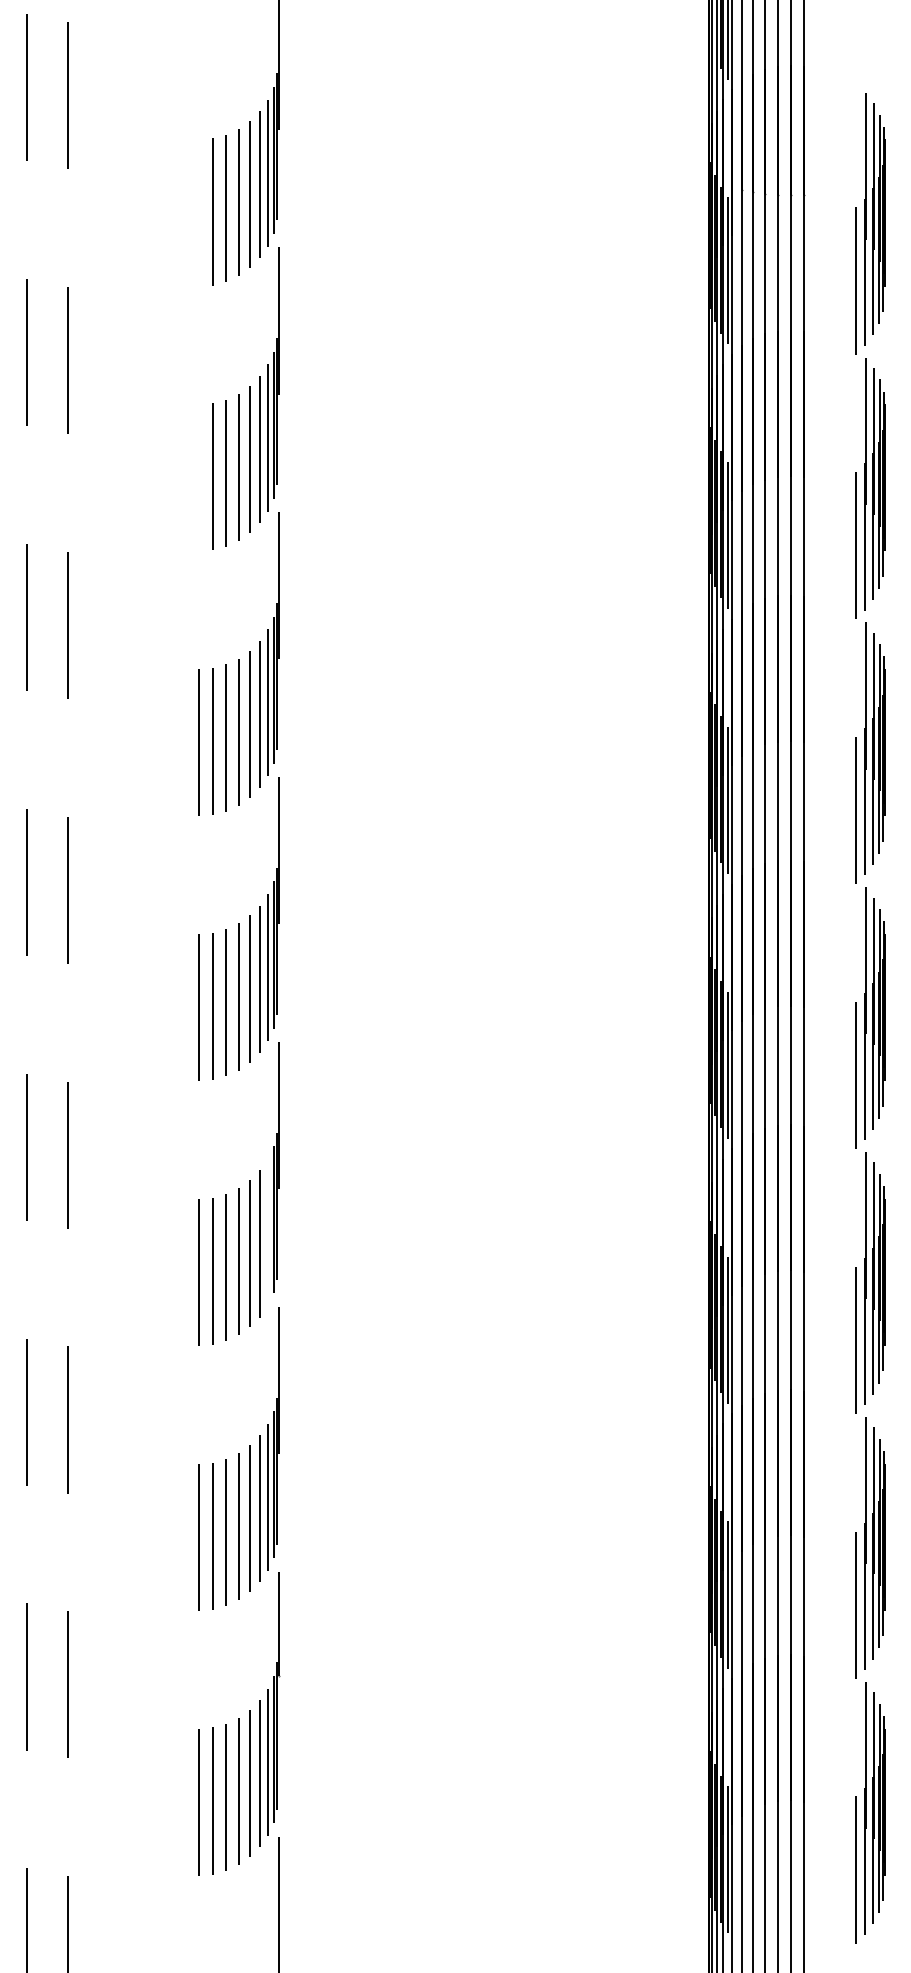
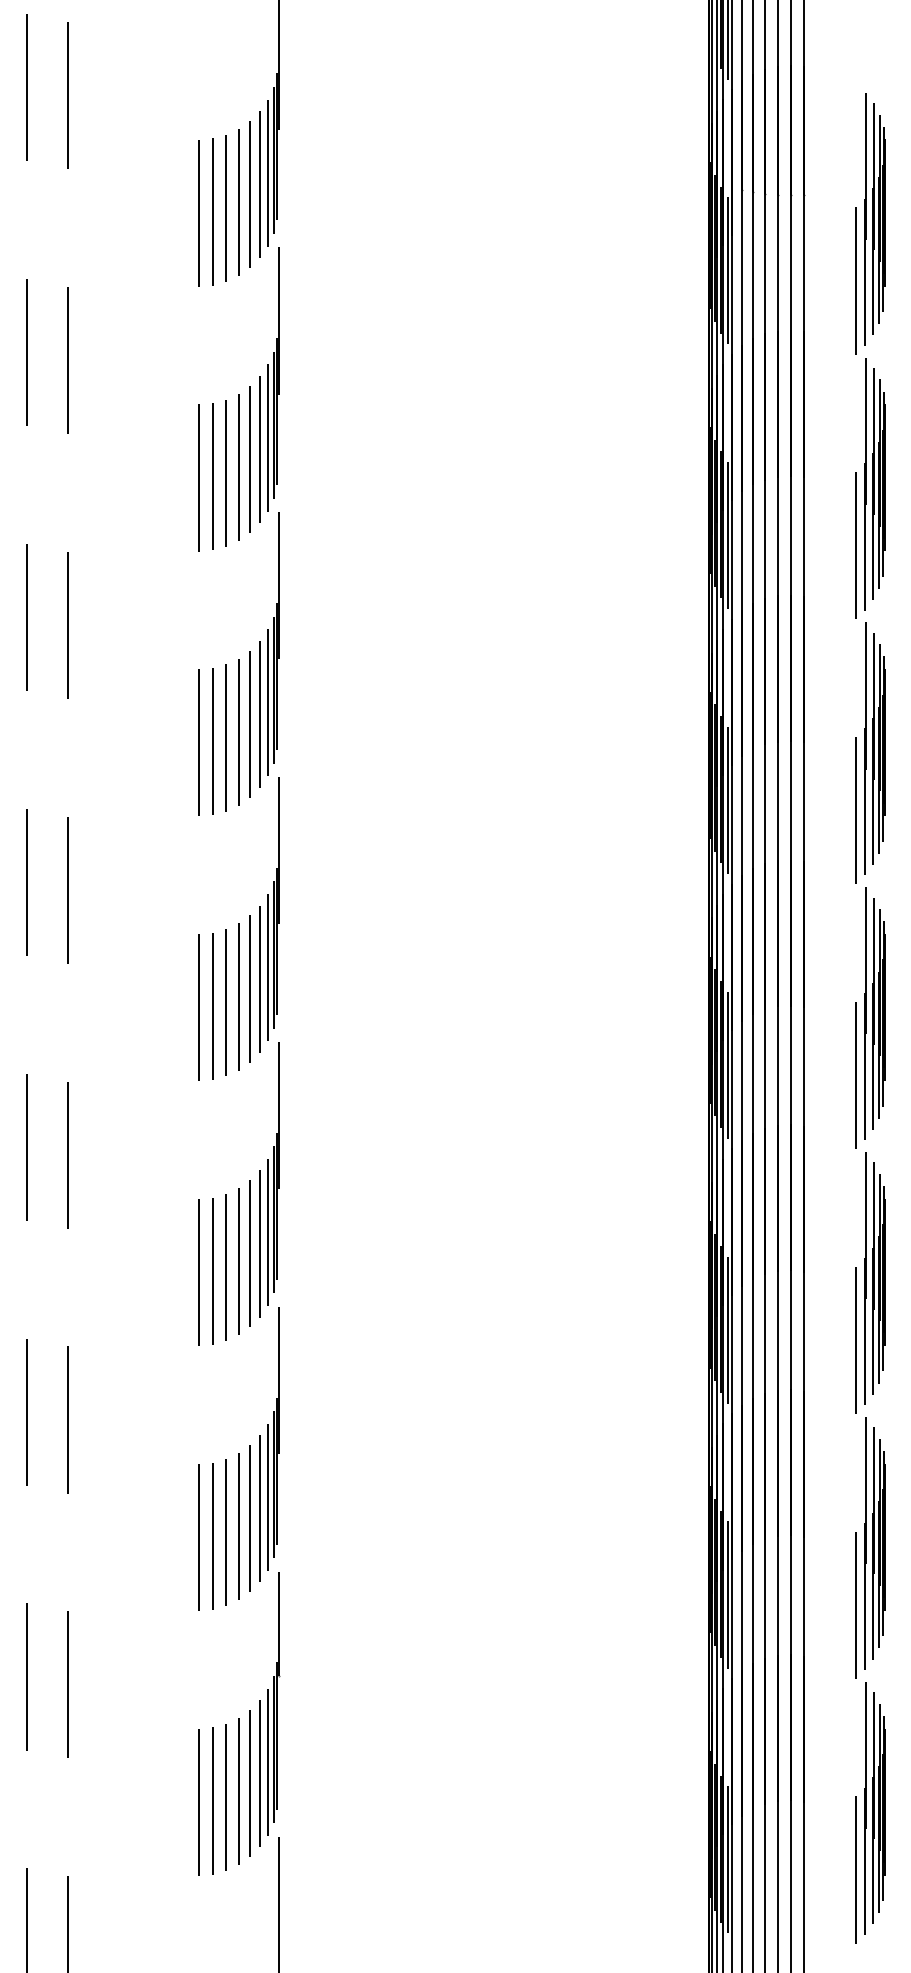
line at (198, 212): none -> present
line at (198, 477): none -> present
line at (268, 1232): none -> present
